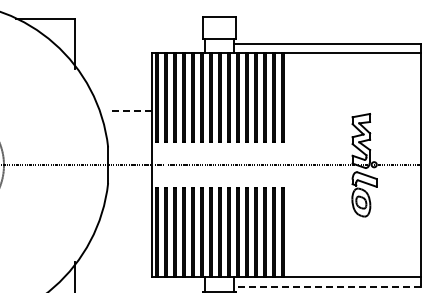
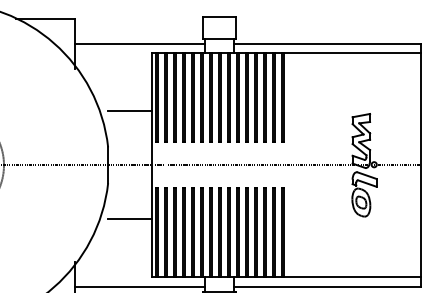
line at (139, 43): none -> present
line at (129, 111): dashed -> solid
line at (129, 219): none -> present
line at (139, 286): none -> present
line at (327, 286): dashed -> solid
